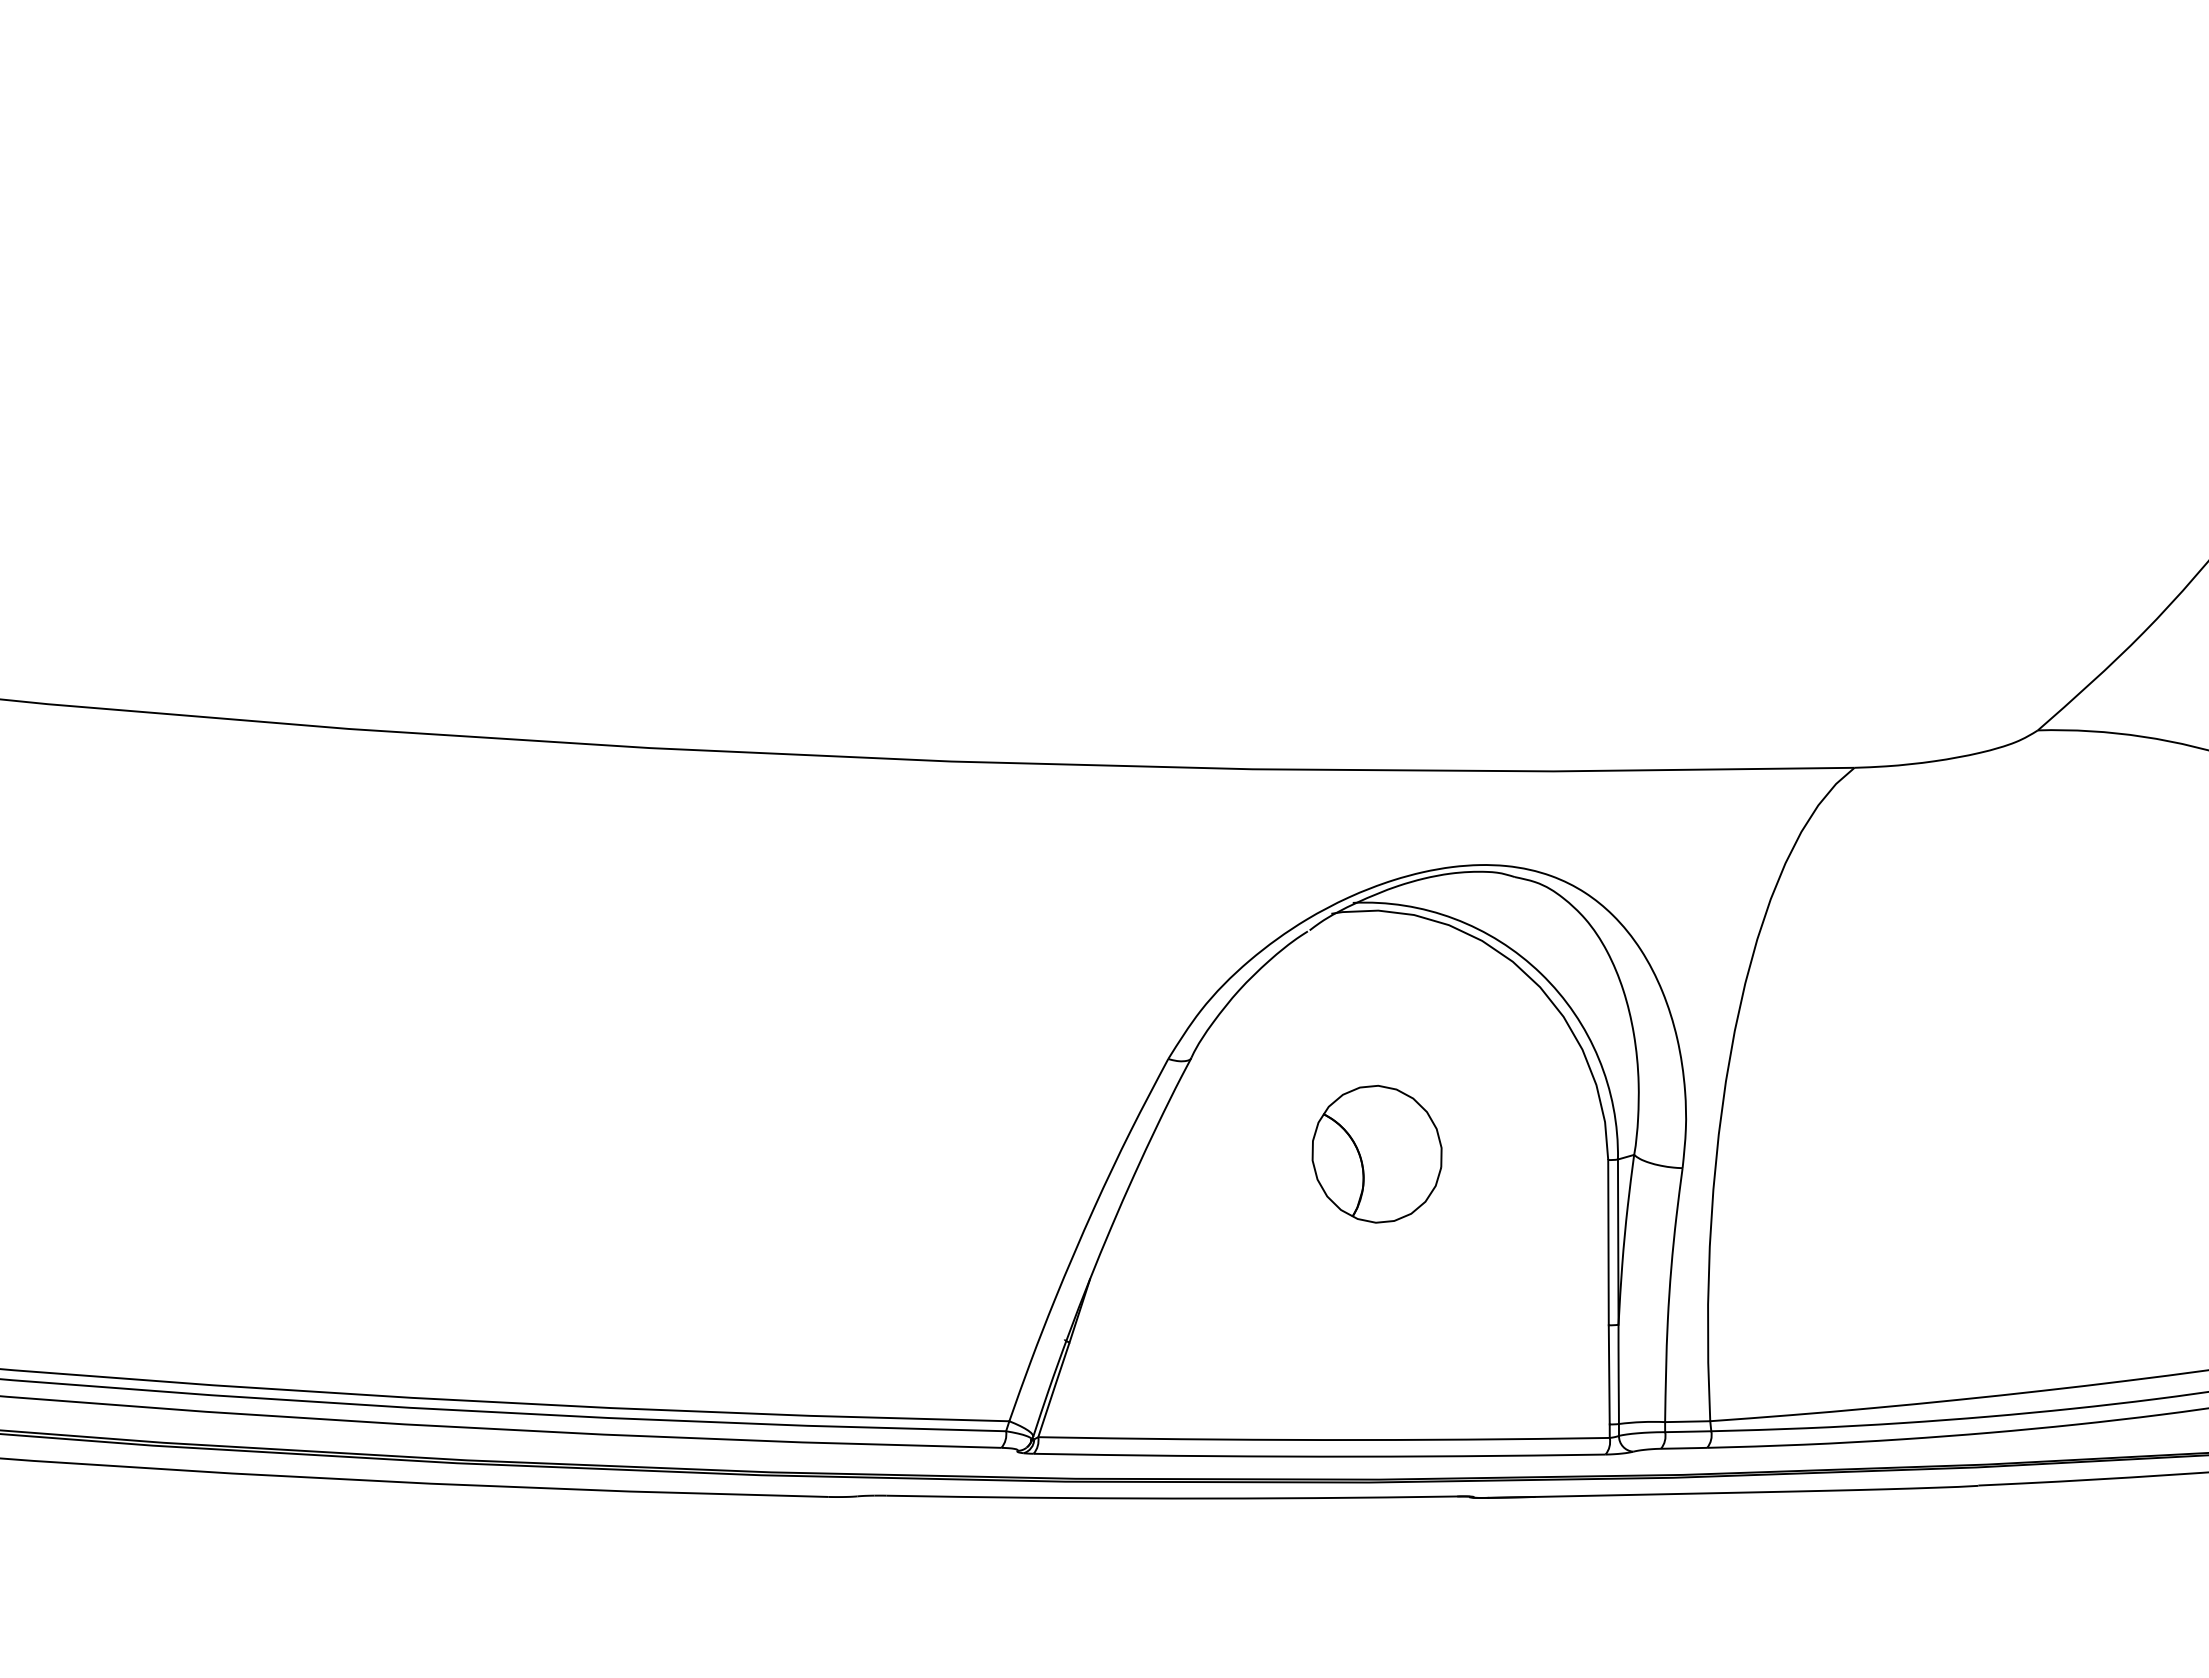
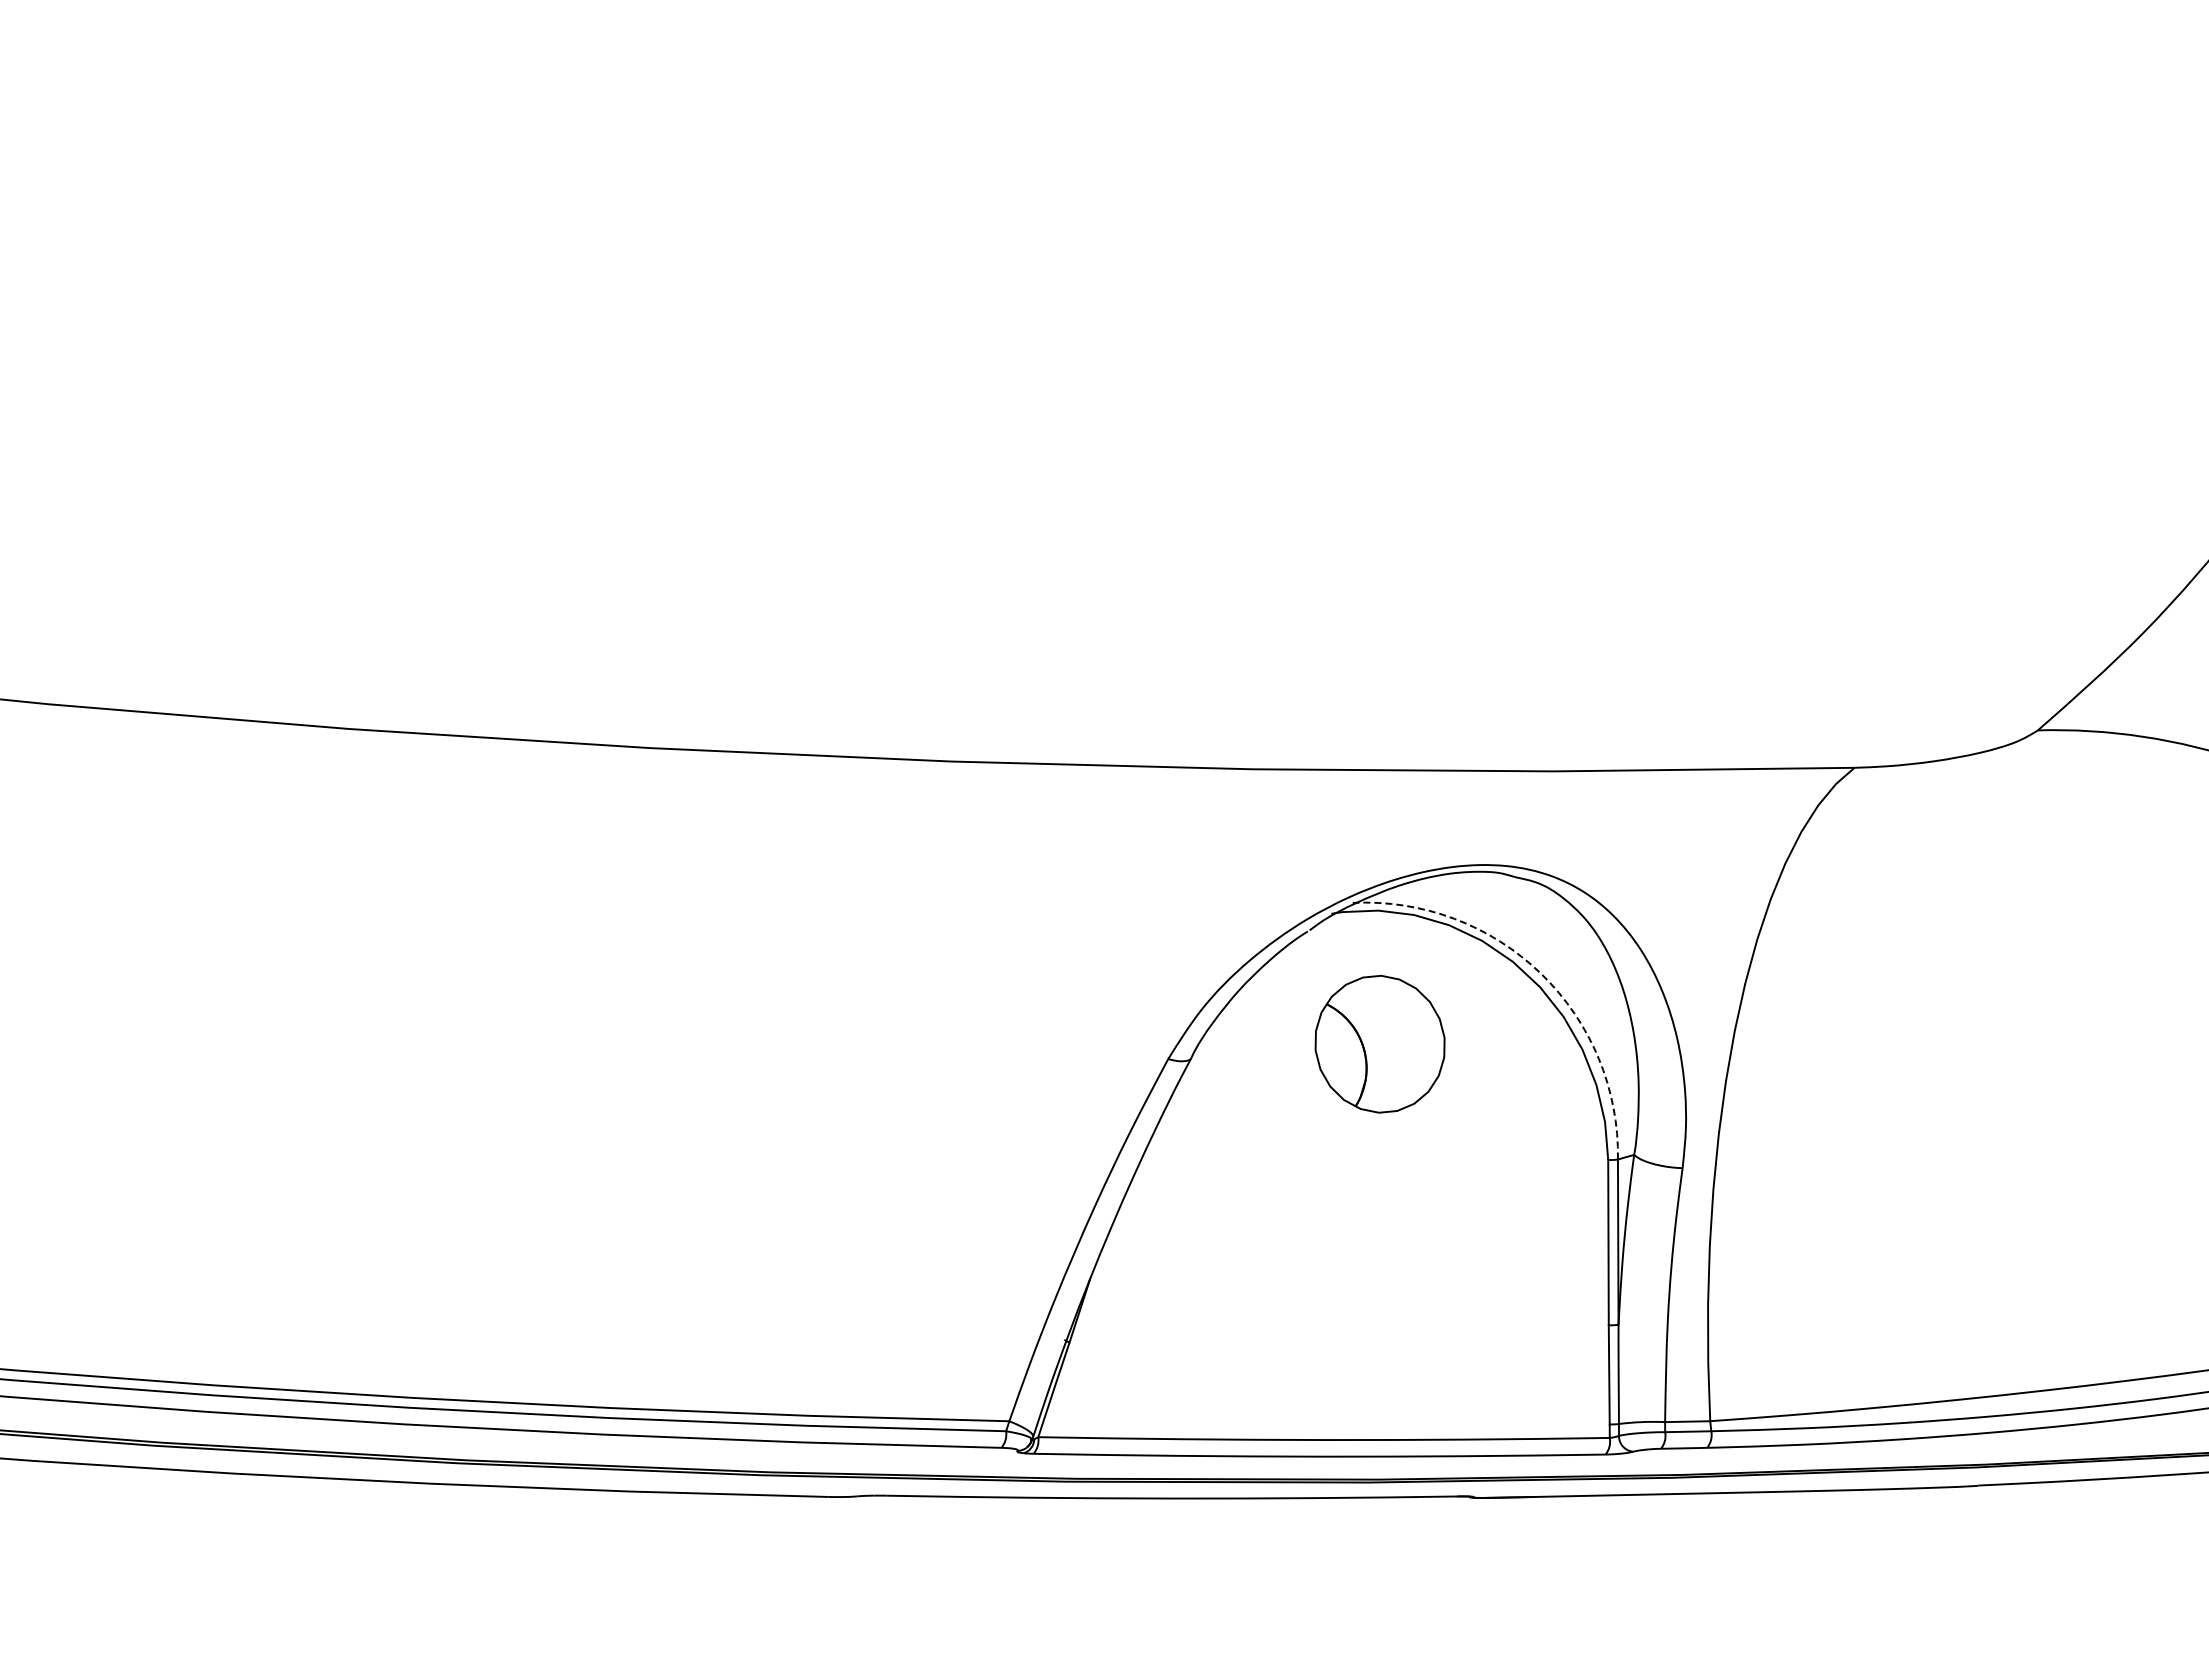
arc at (1541, 973): solid -> dashed
part at (1376, 1153) position: (1376, 1153) -> (1379, 1043)
